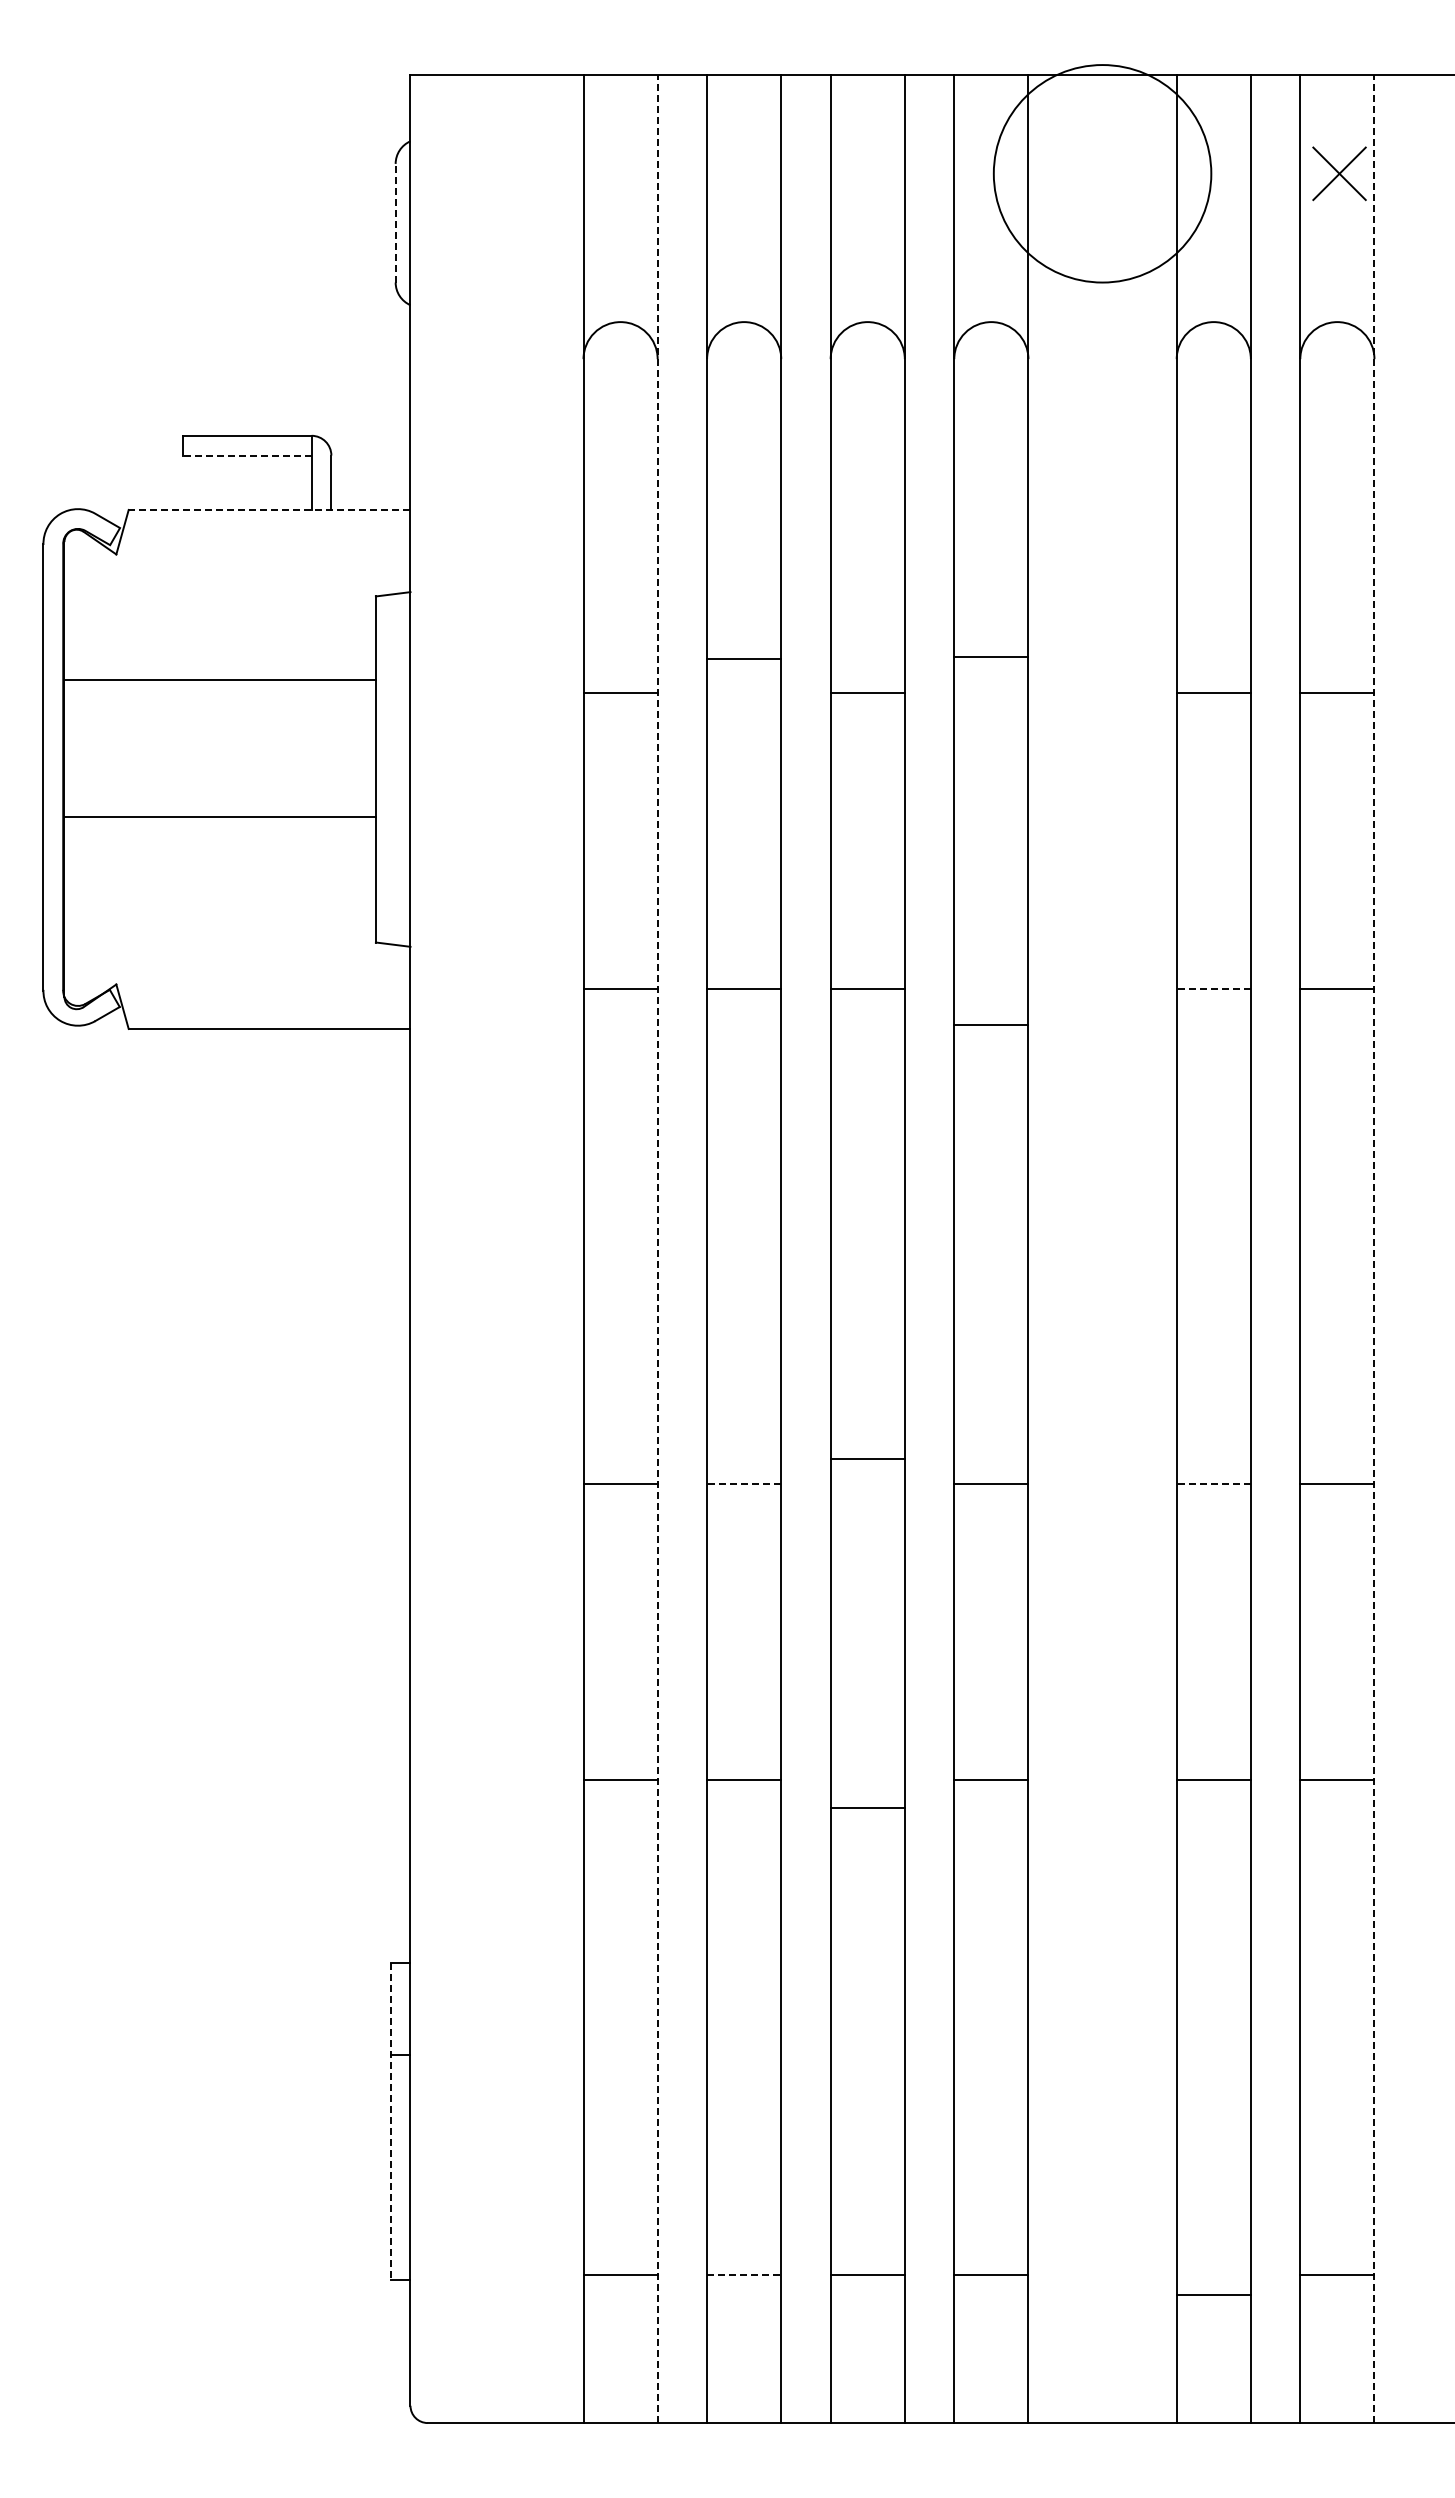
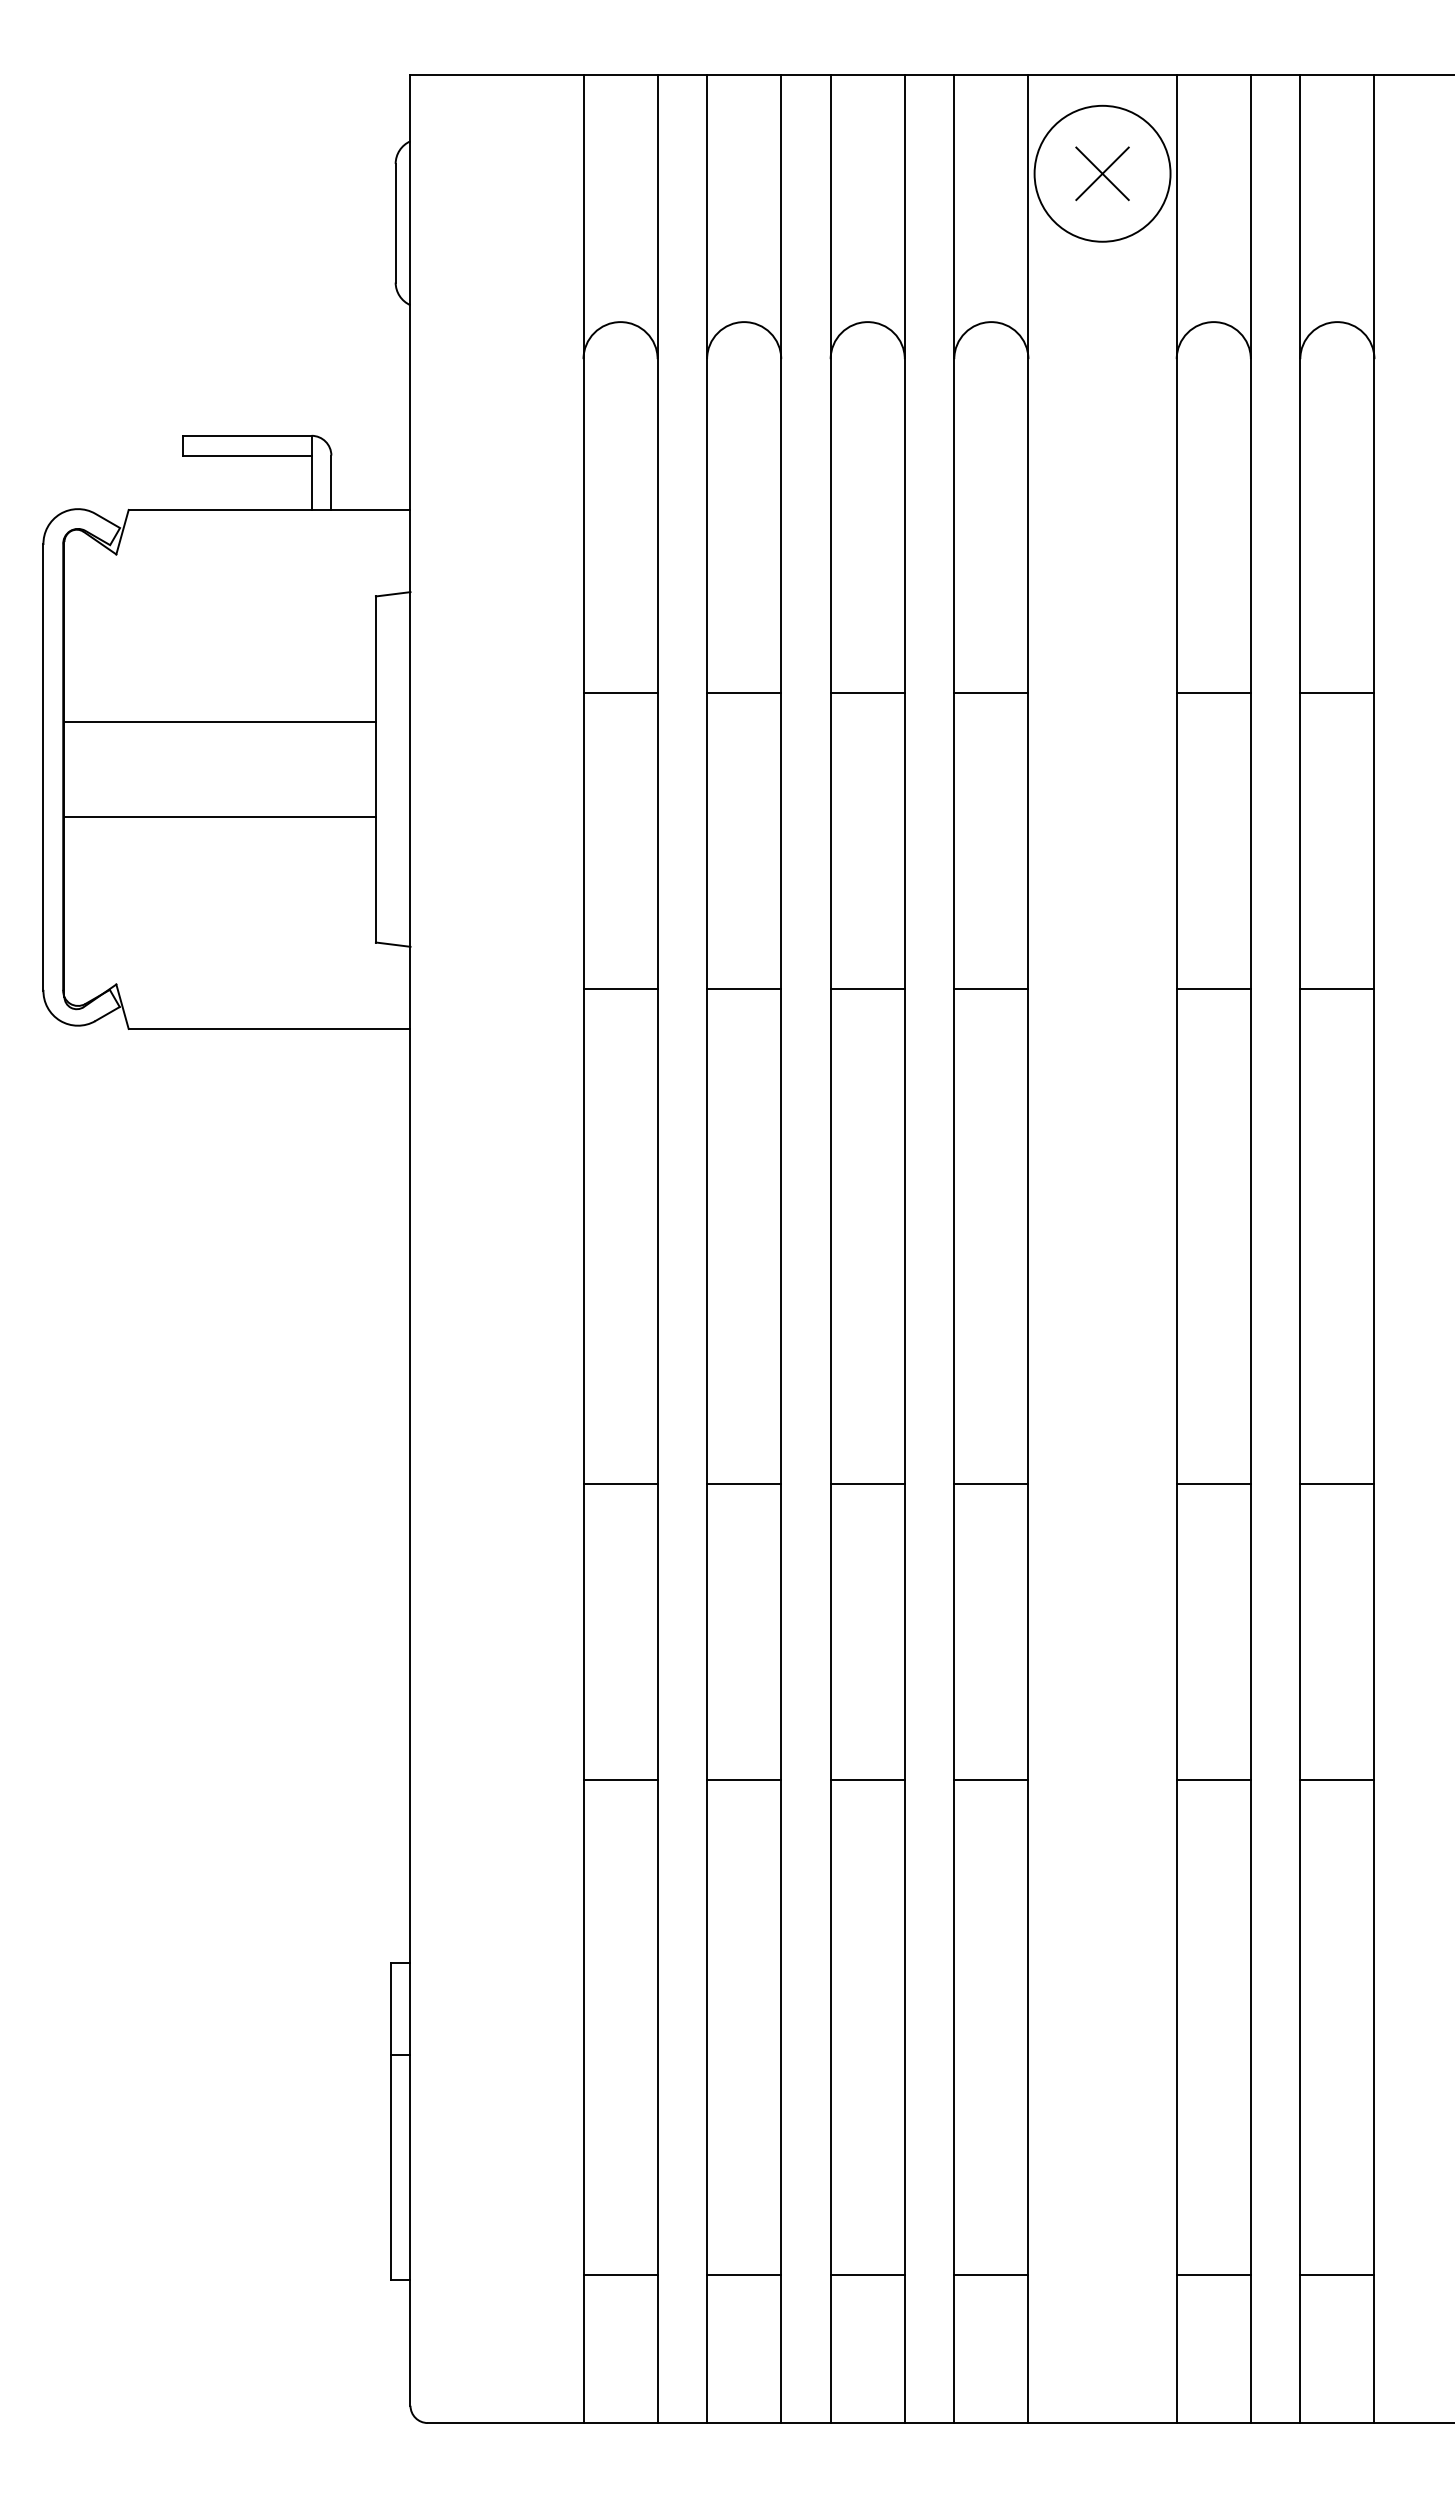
circle at (1102, 173) diameter: 218 px -> 136 px
part at (1339, 173) position: (1339, 173) -> (1102, 173)
line at (395, 222): dashed -> solid
line at (246, 455): dashed -> solid
line at (269, 509): dashed -> solid
line at (991, 656) position: (991, 656) -> (991, 692)
line at (744, 658) position: (744, 658) -> (744, 692)
line at (219, 679) position: (219, 679) -> (219, 721)
line at (1213, 989): dashed -> solid
line at (991, 1025) position: (991, 1025) -> (991, 989)
line at (657, 1248): dashed -> solid
line at (1374, 1248): dashed -> solid
line at (867, 1458) position: (867, 1458) -> (867, 1483)
line at (743, 1483): dashed -> solid
line at (1213, 1483): dashed -> solid
line at (867, 1808) position: (867, 1808) -> (867, 1780)
line at (390, 2122): dashed -> solid
line at (744, 2274): dashed -> solid
line at (1213, 2294) position: (1213, 2294) -> (1213, 2274)
